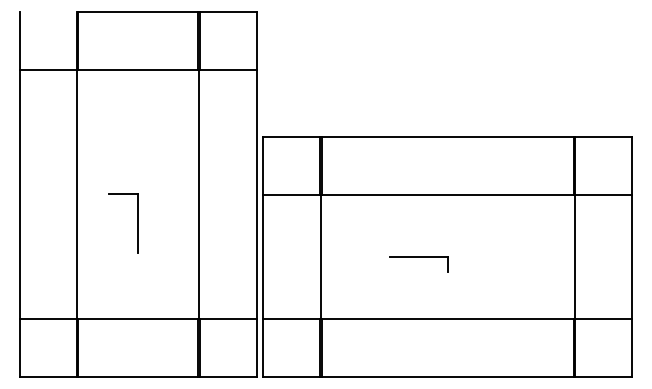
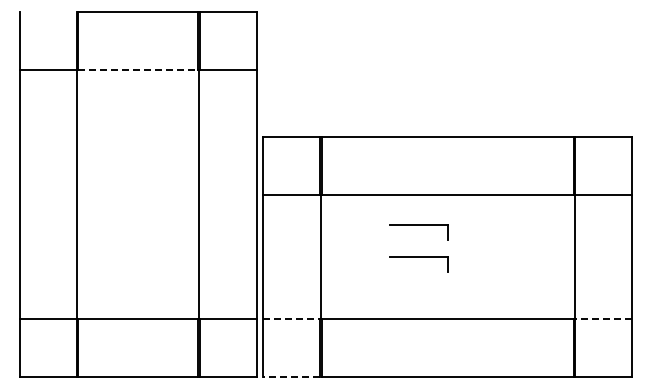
line at (138, 69): solid -> dashed
part at (137, 223): present -> none
part at (418, 225): none -> present
line at (291, 319): solid -> dashed
line at (603, 319): solid -> dashed
line at (291, 377): solid -> dashed
